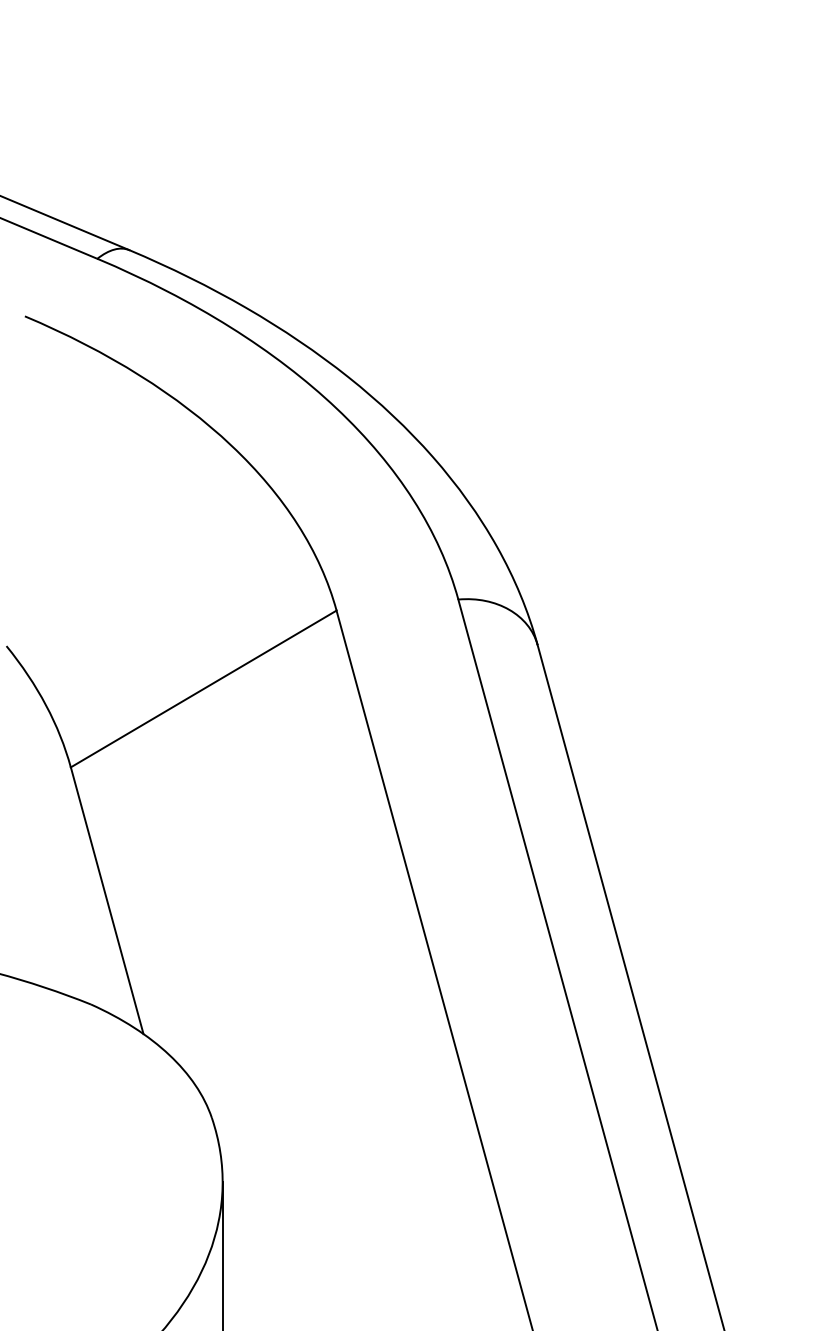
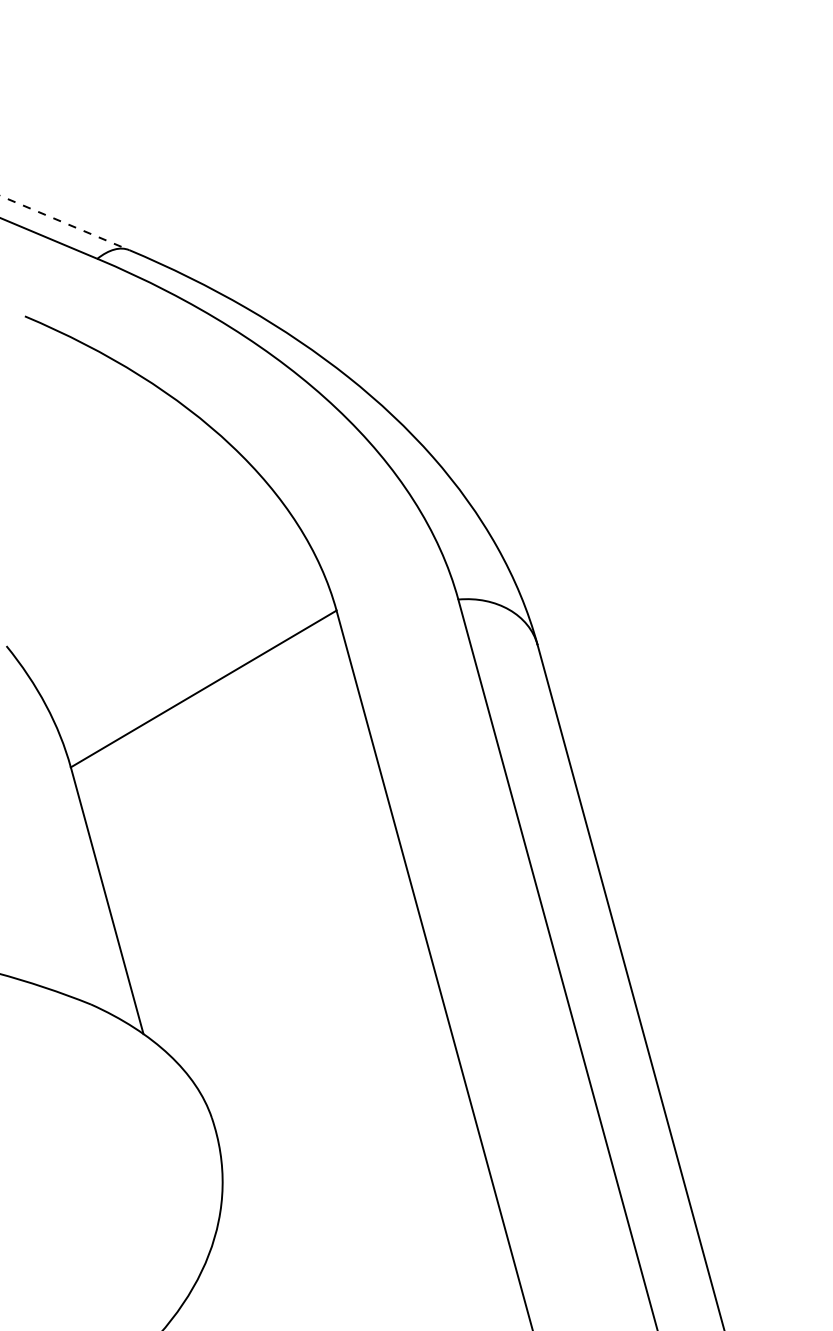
line at (64, 223): solid -> dashed
line at (222, 1254): present -> none
